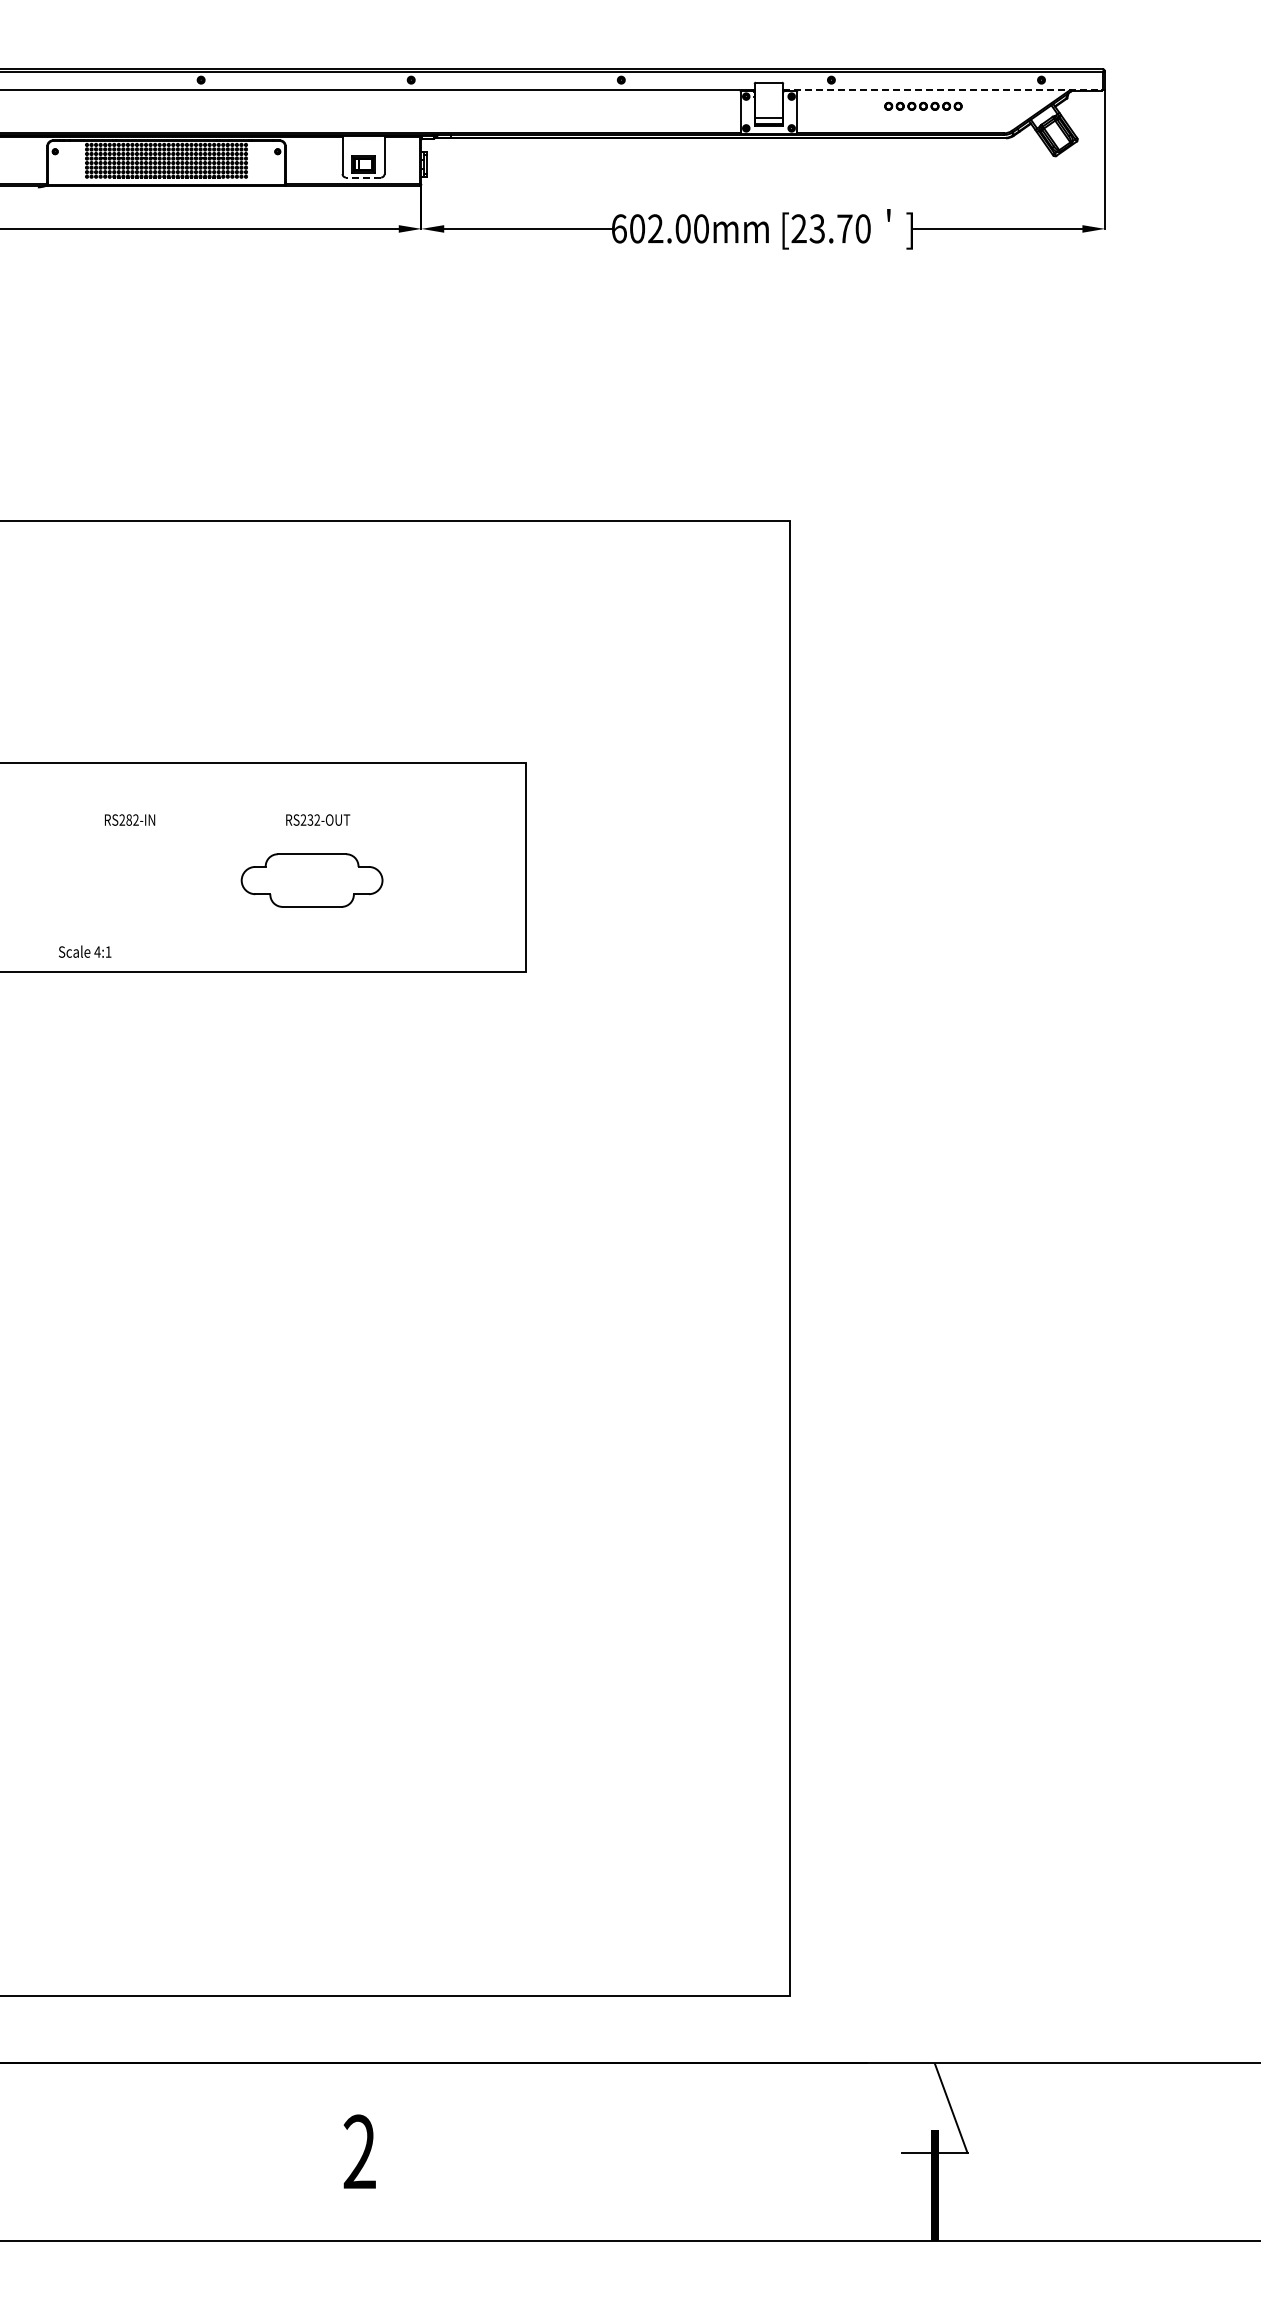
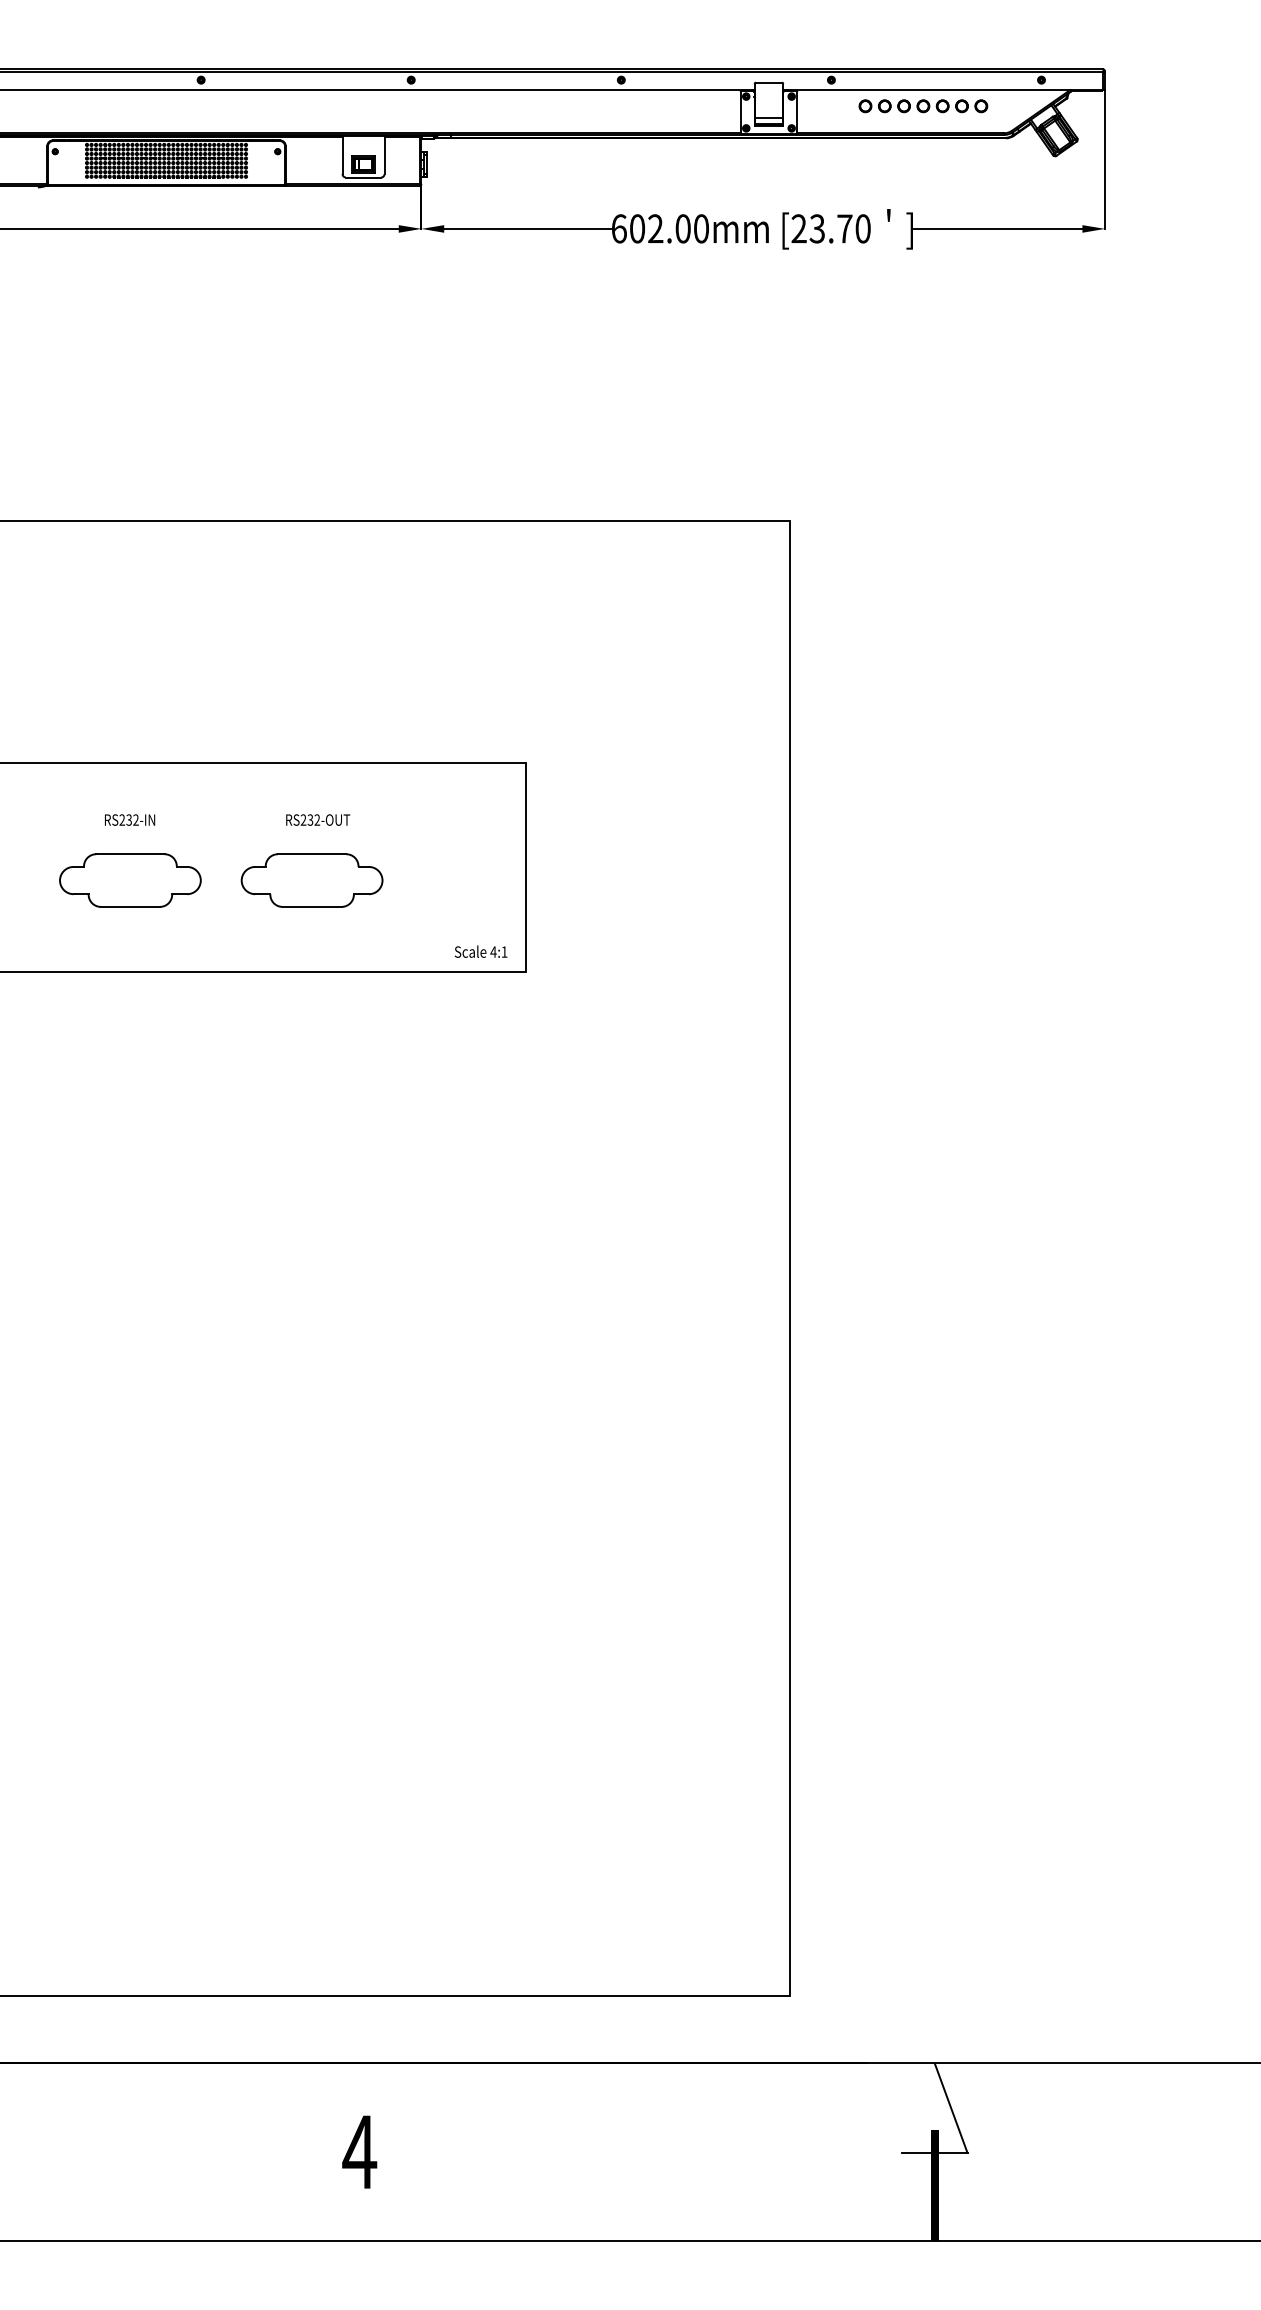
line at (943, 90): dashed -> solid
part at (923, 105) size: 79x10 px -> 131x15 px
line at (363, 177): dashed -> solid
text at (128, 819): RS282-IN -> RS232-IN
part at (130, 880): none -> present
text at (84, 951) position: (84, 951) -> (480, 951)
text at (359, 2151): 2 -> 4
